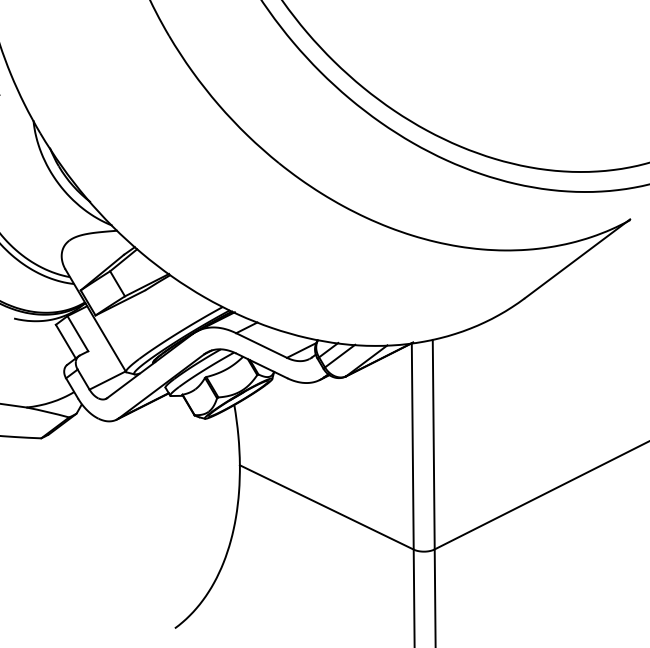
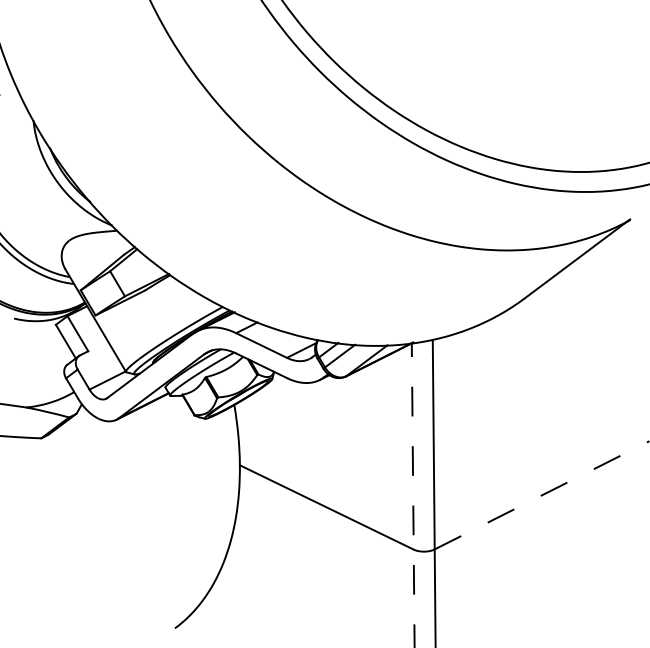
line at (413, 495): solid -> dashed
line at (542, 495): solid -> dashed
